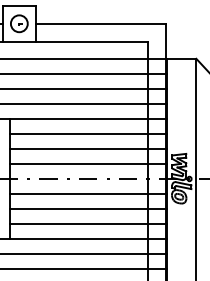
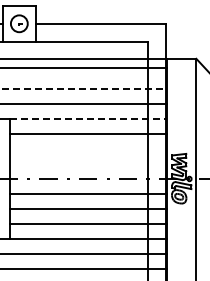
line at (84, 73) position: (84, 73) -> (84, 67)
line at (83, 88): solid -> dashed
line at (88, 118): solid -> dashed
line at (88, 148): present -> none
line at (88, 164): present -> none
